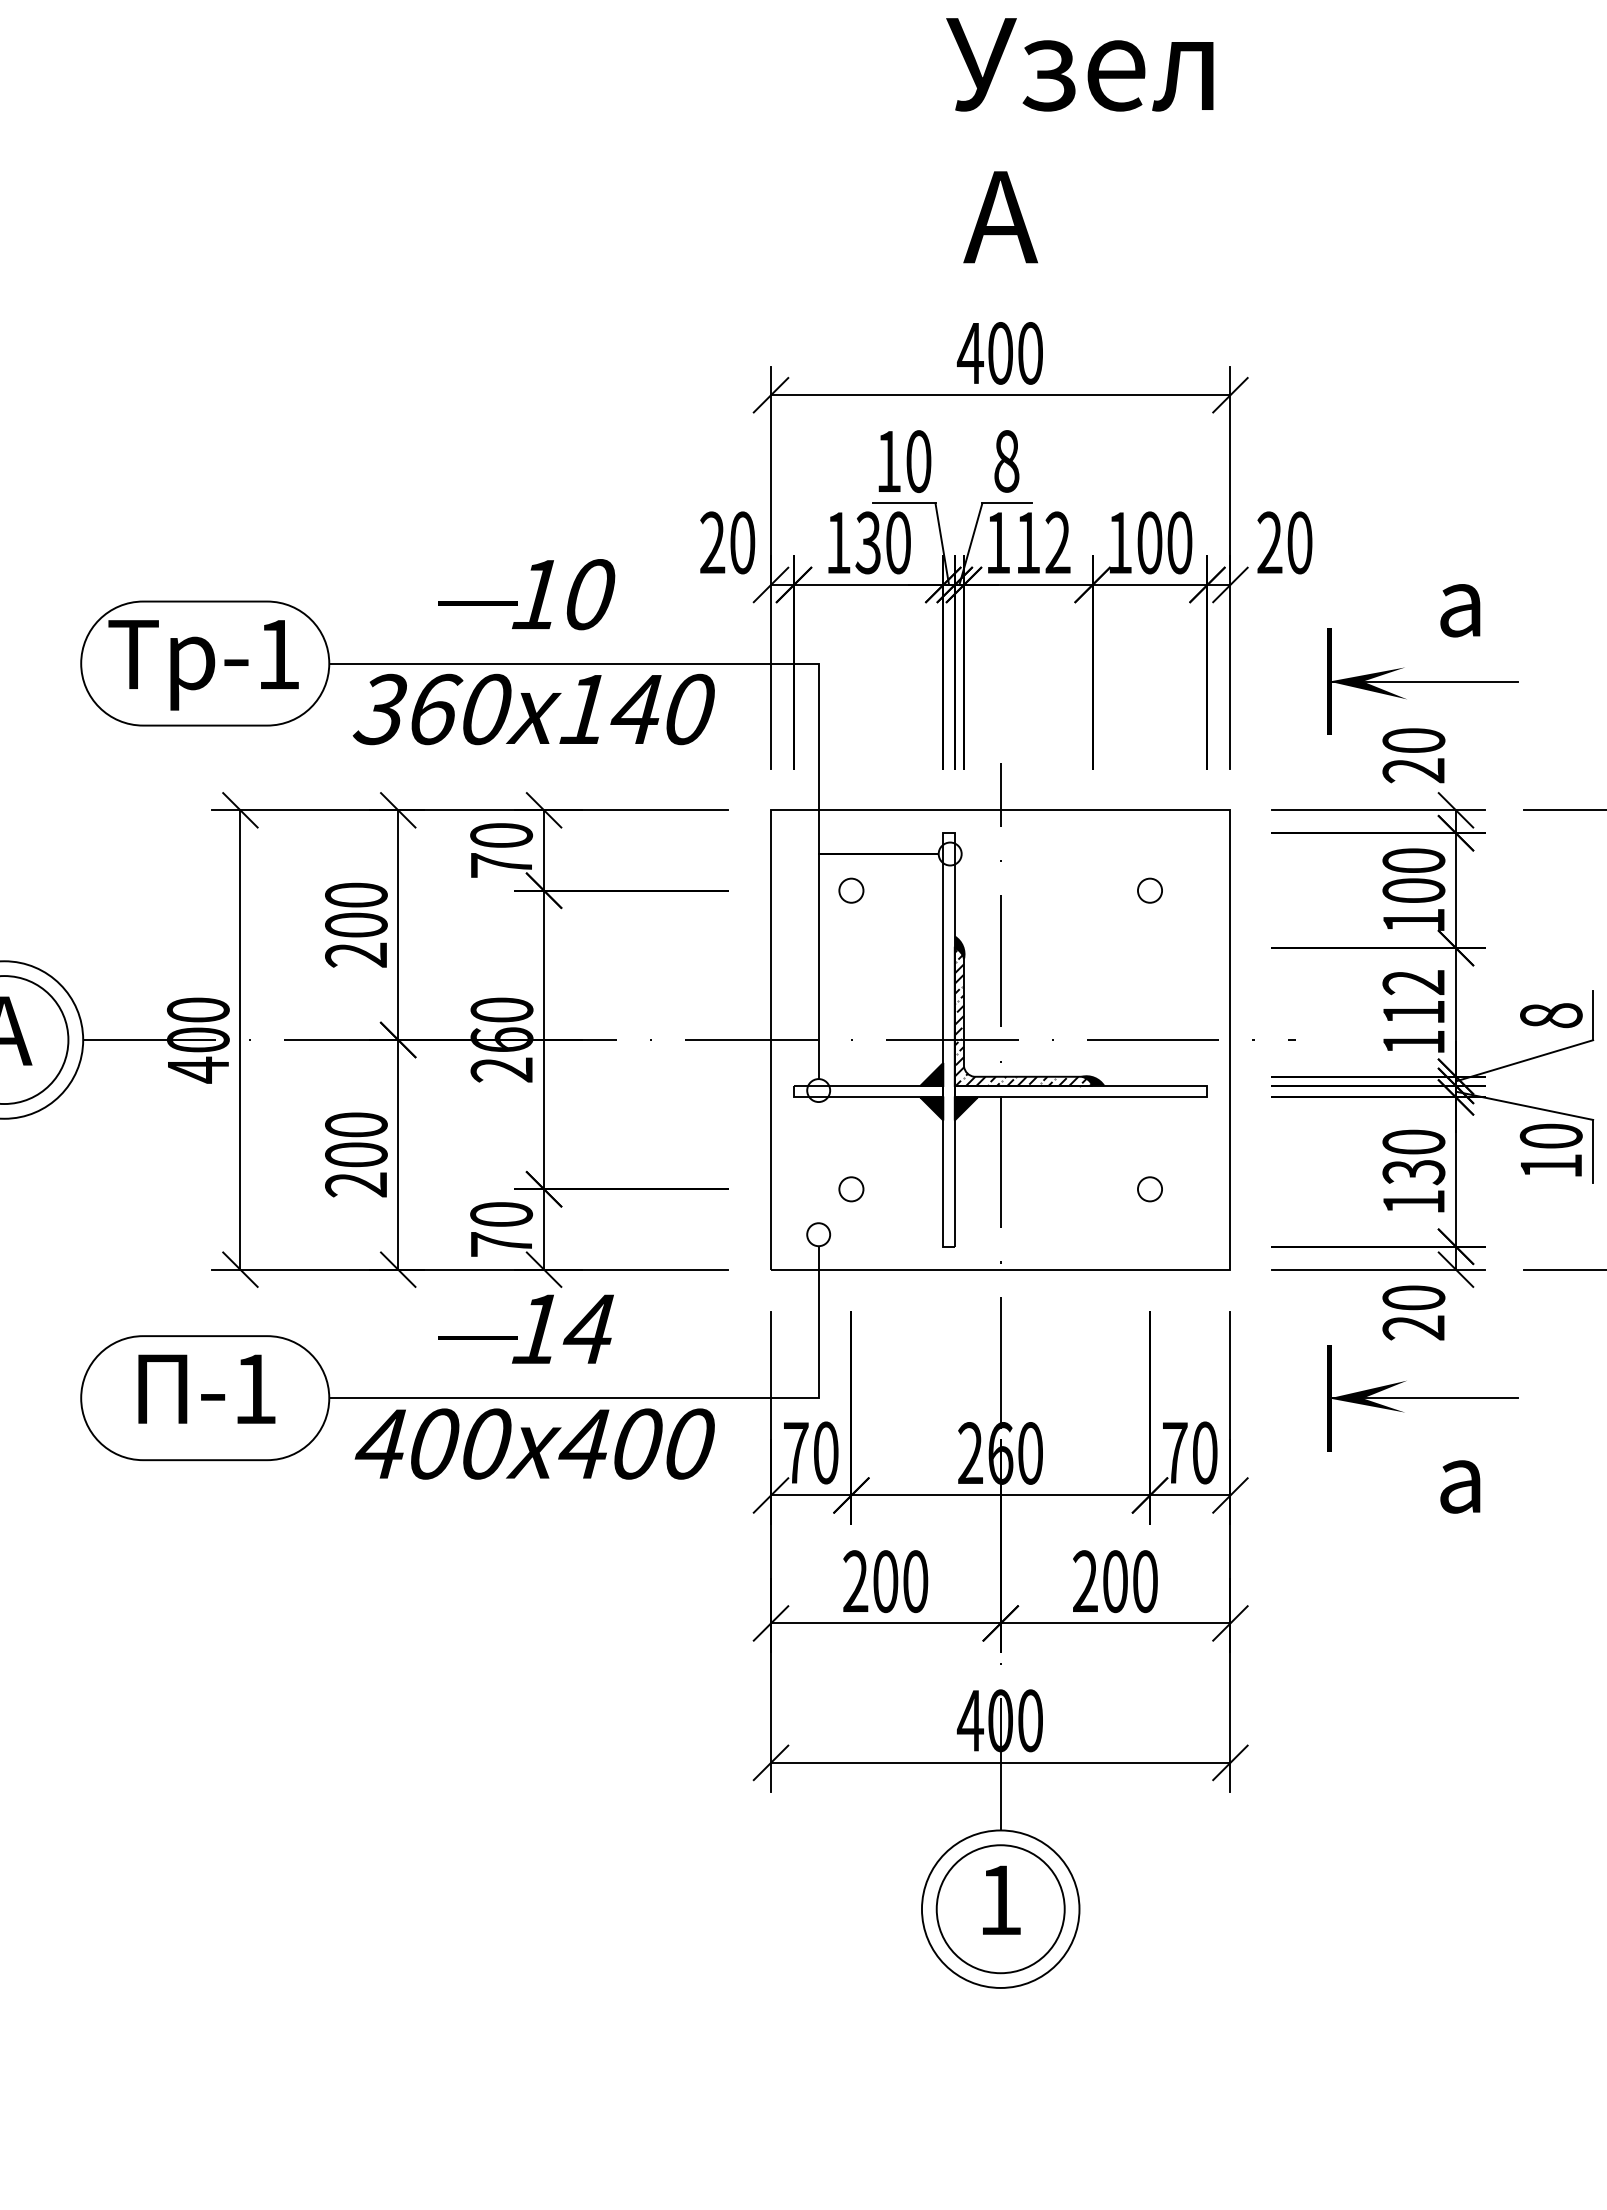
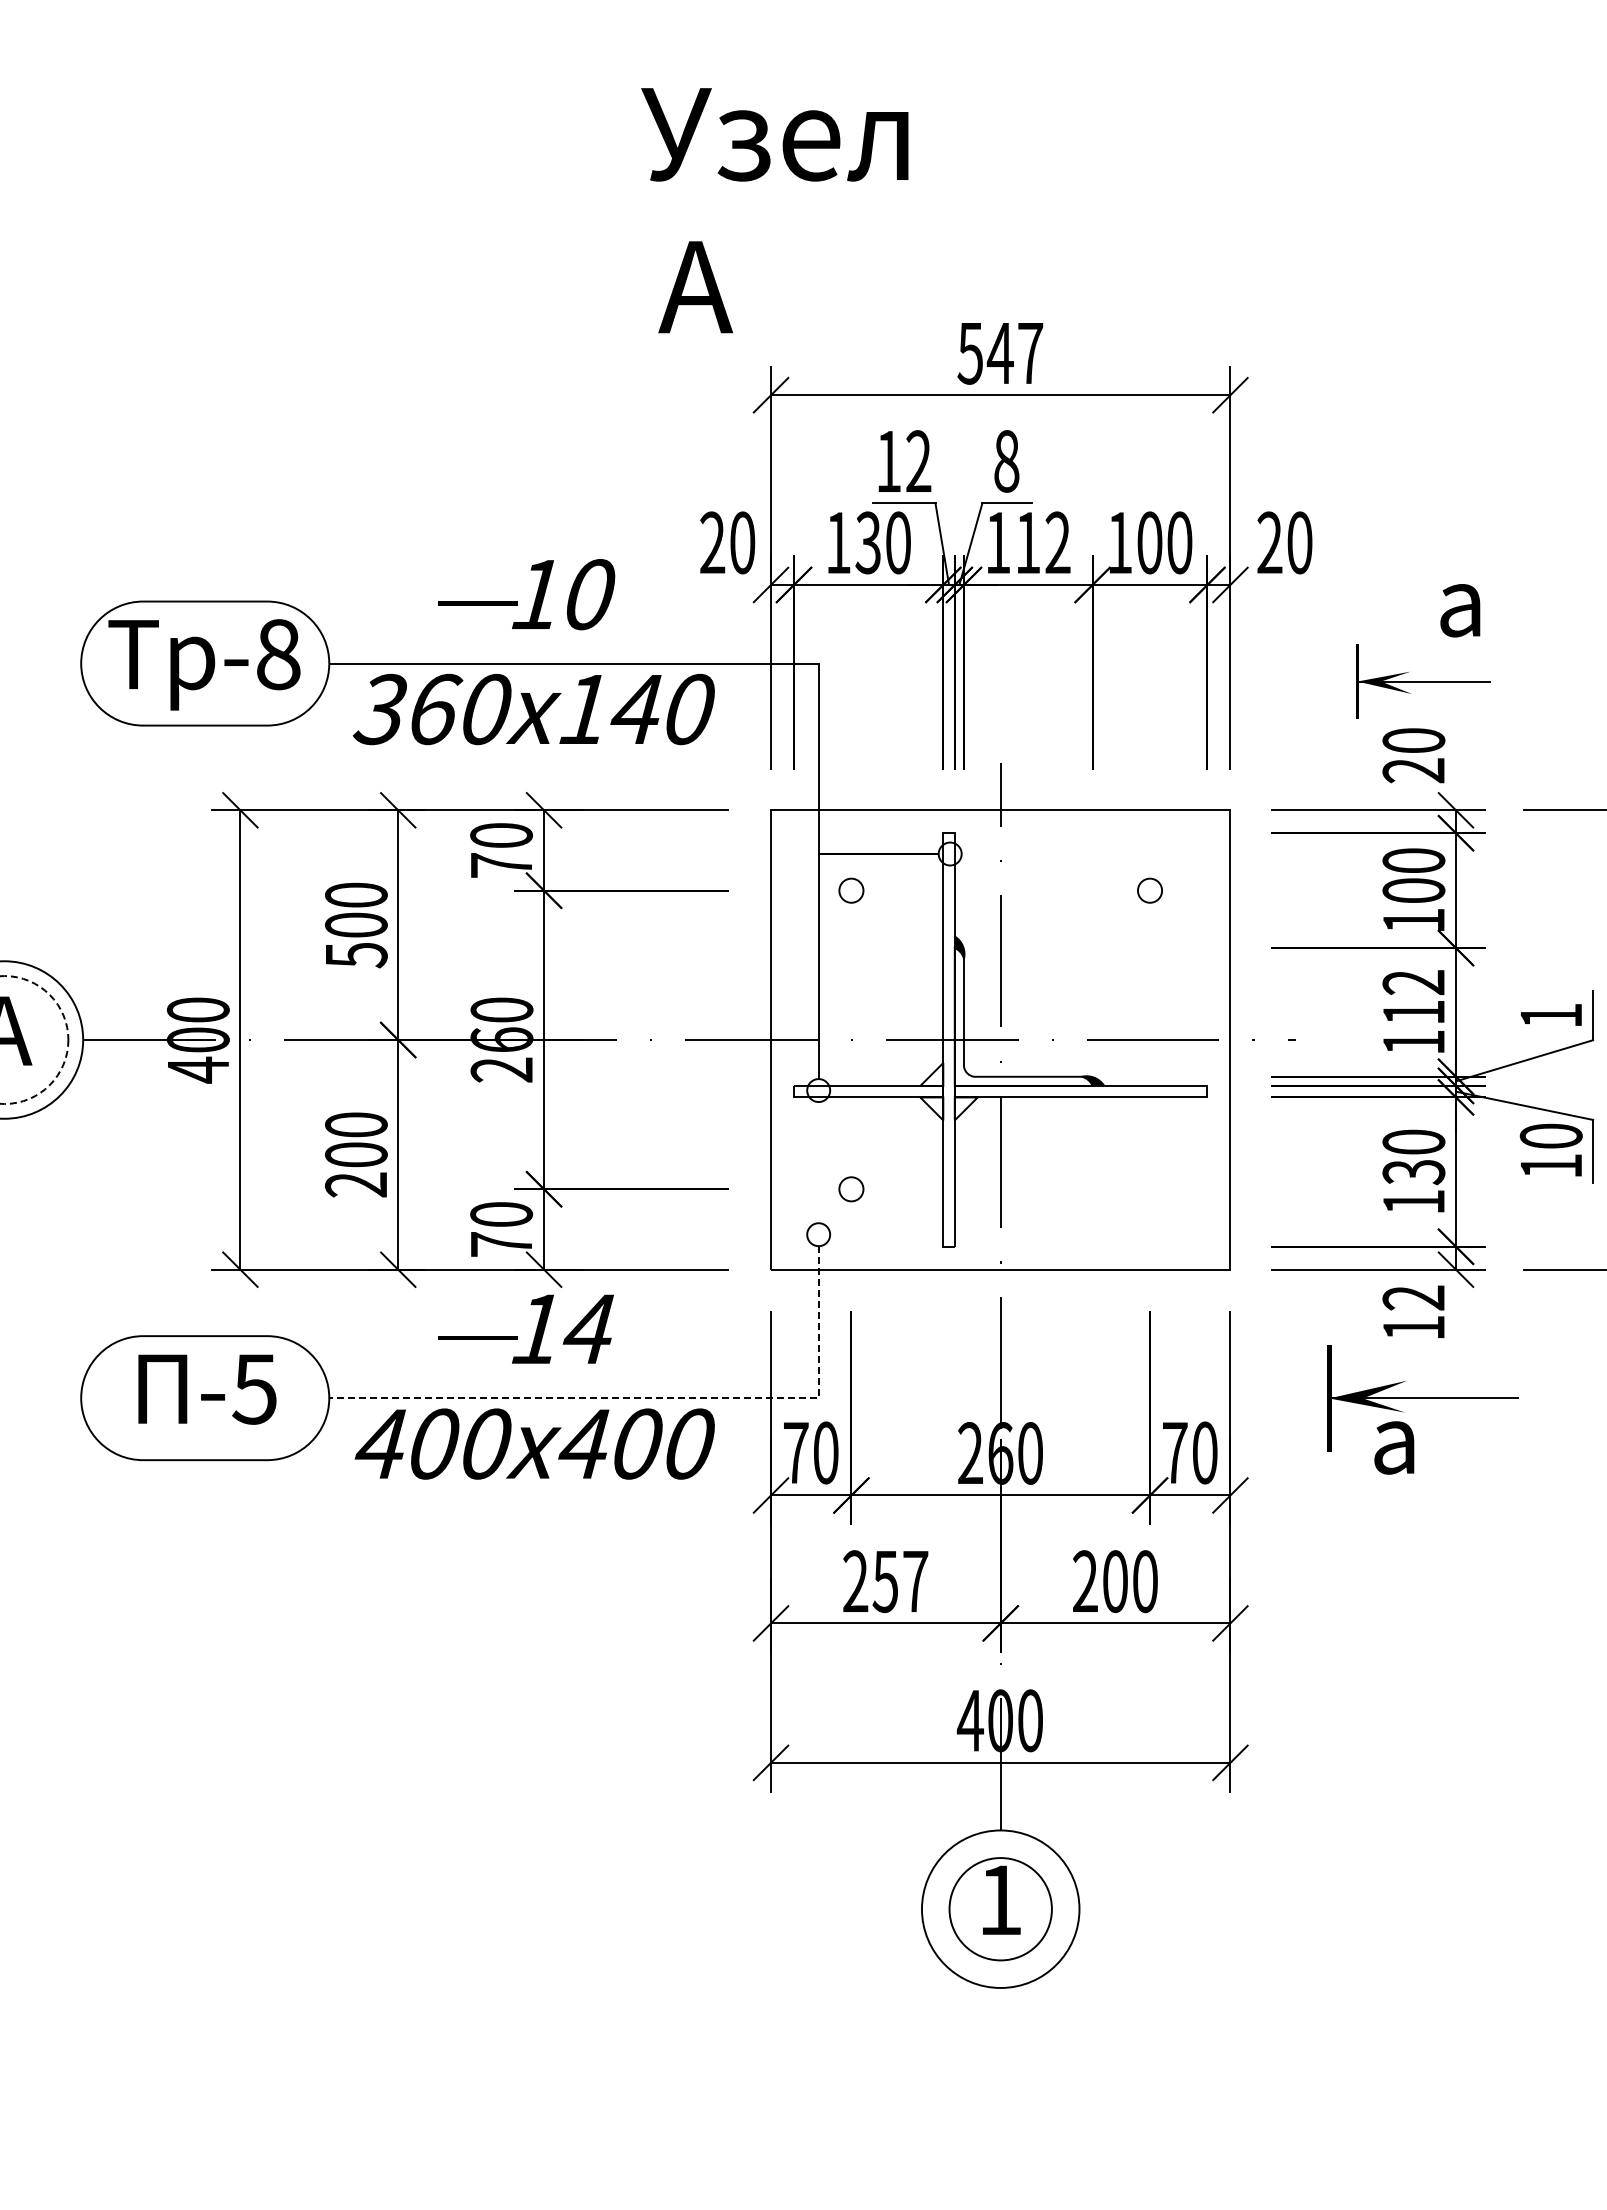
text at (1079, 140) position: (1079, 140) -> (774, 210)
text at (999, 353): 400 -> 547
text at (918, 461): 10 -> 12
text at (278, 654): -1 -> -8
part at (1422, 681) size: 192x107 px -> 135x75 px
text at (356, 955): 200 -> 500
text at (1551, 1015): 8 -> 1
hatch at (1022, 1017): present -> none
circle at (34, 1040): solid -> dashed
fill at (931, 1074): present -> none
fill at (931, 1108): present -> none
fill at (965, 1108): present -> none
circle at (1149, 1189): present -> none
text at (1413, 1312): 20 -> 12
text at (254, 1389): -1 -> -5
line at (649, 1398): solid -> dashed
text at (1460, 1486) position: (1460, 1486) -> (1394, 1447)
text at (900, 1581): 200 -> 257
circle at (1000, 1909) diameter: 128 px -> 102 px
